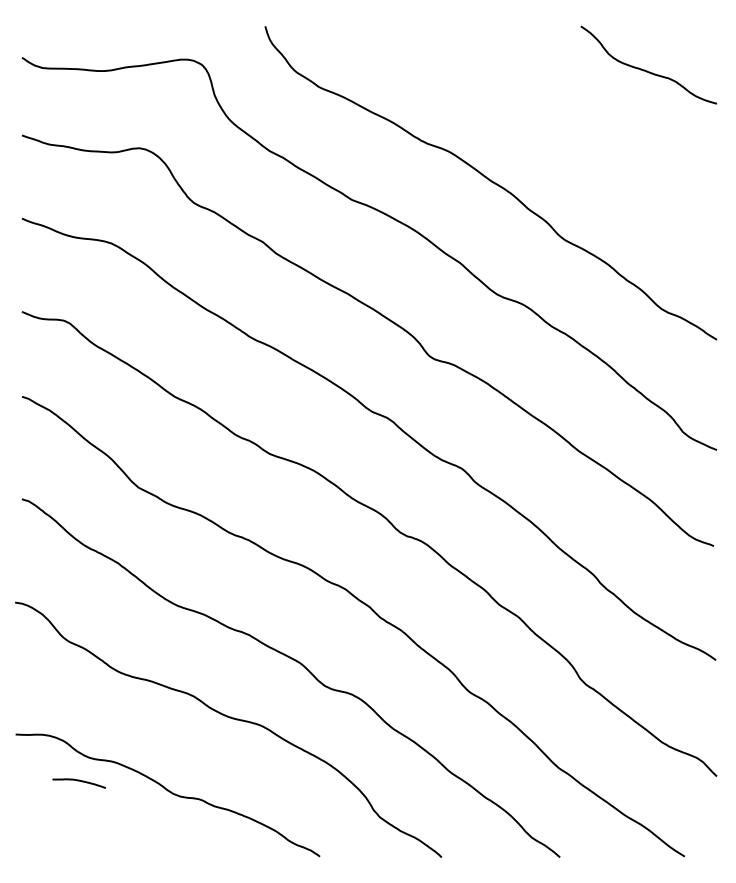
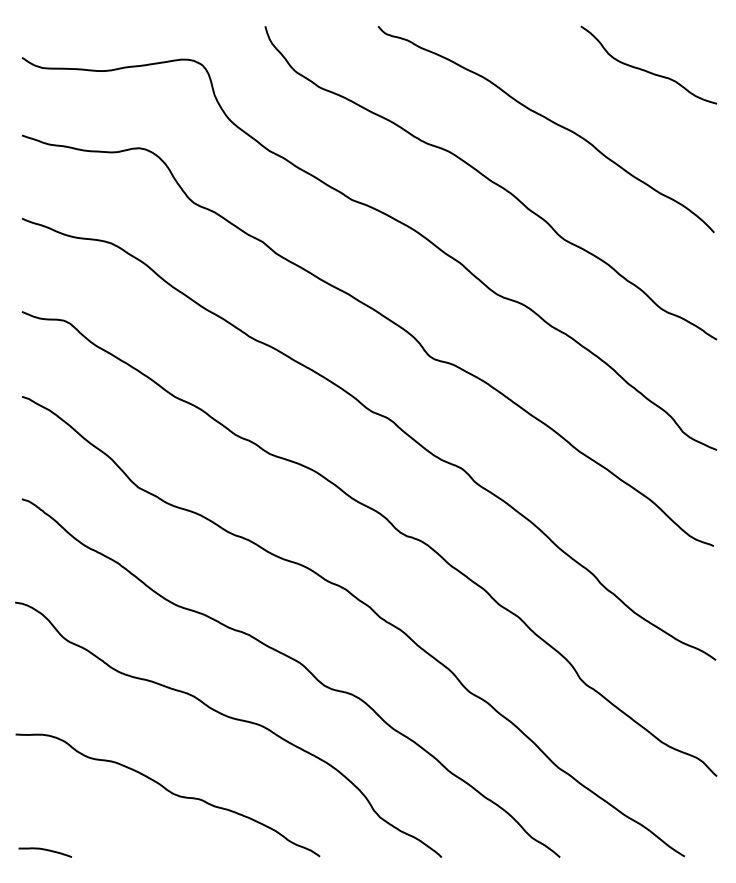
curve at (549, 121): none -> present
curve at (78, 781) position: (78, 781) -> (44, 850)
